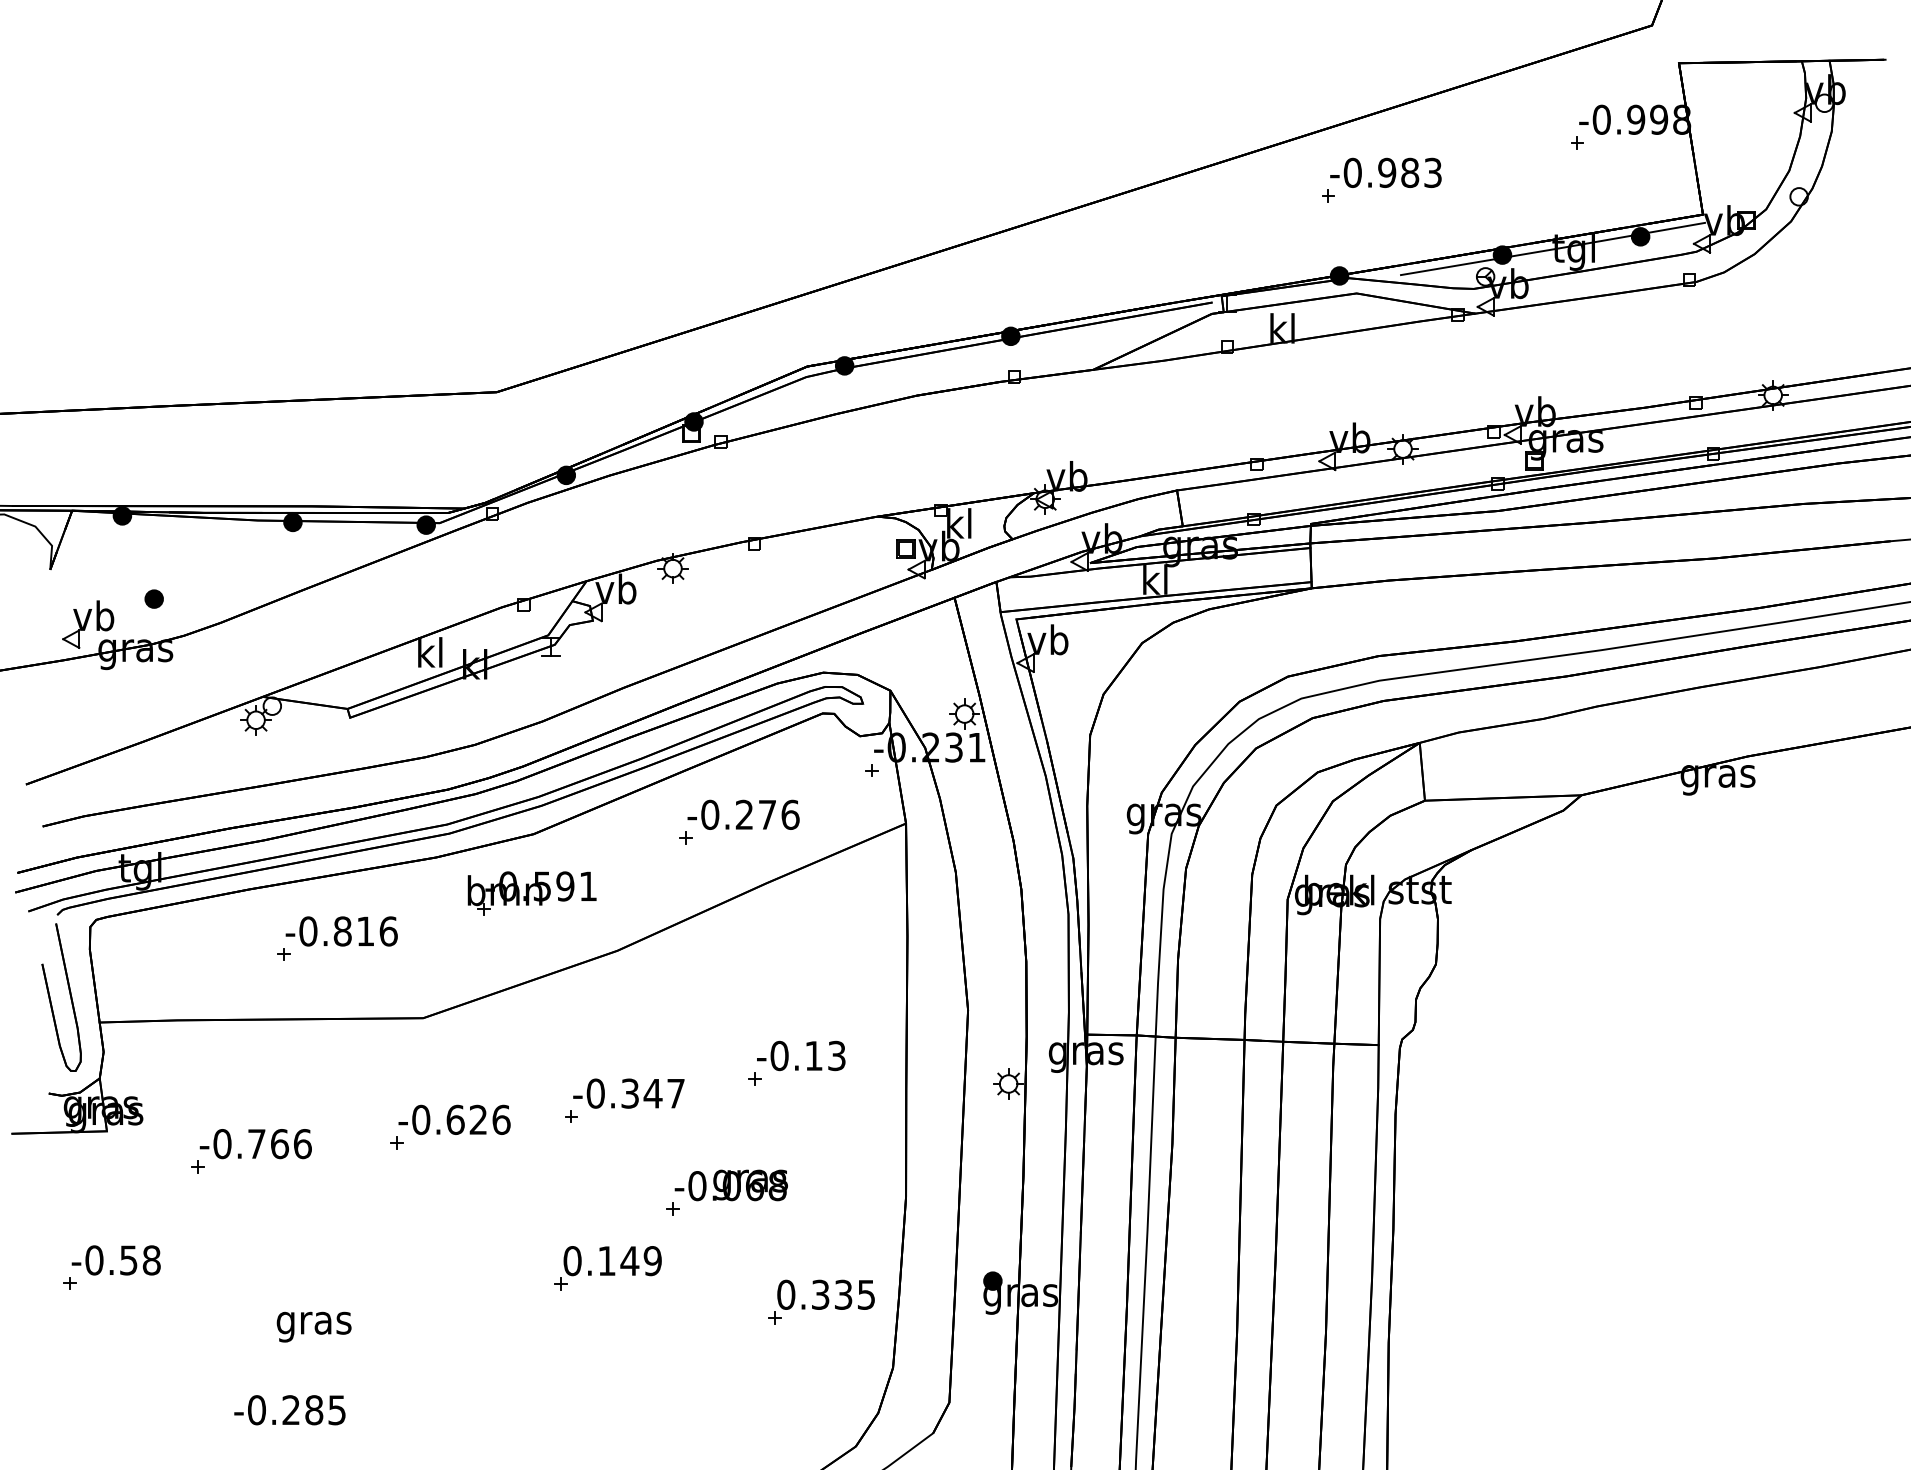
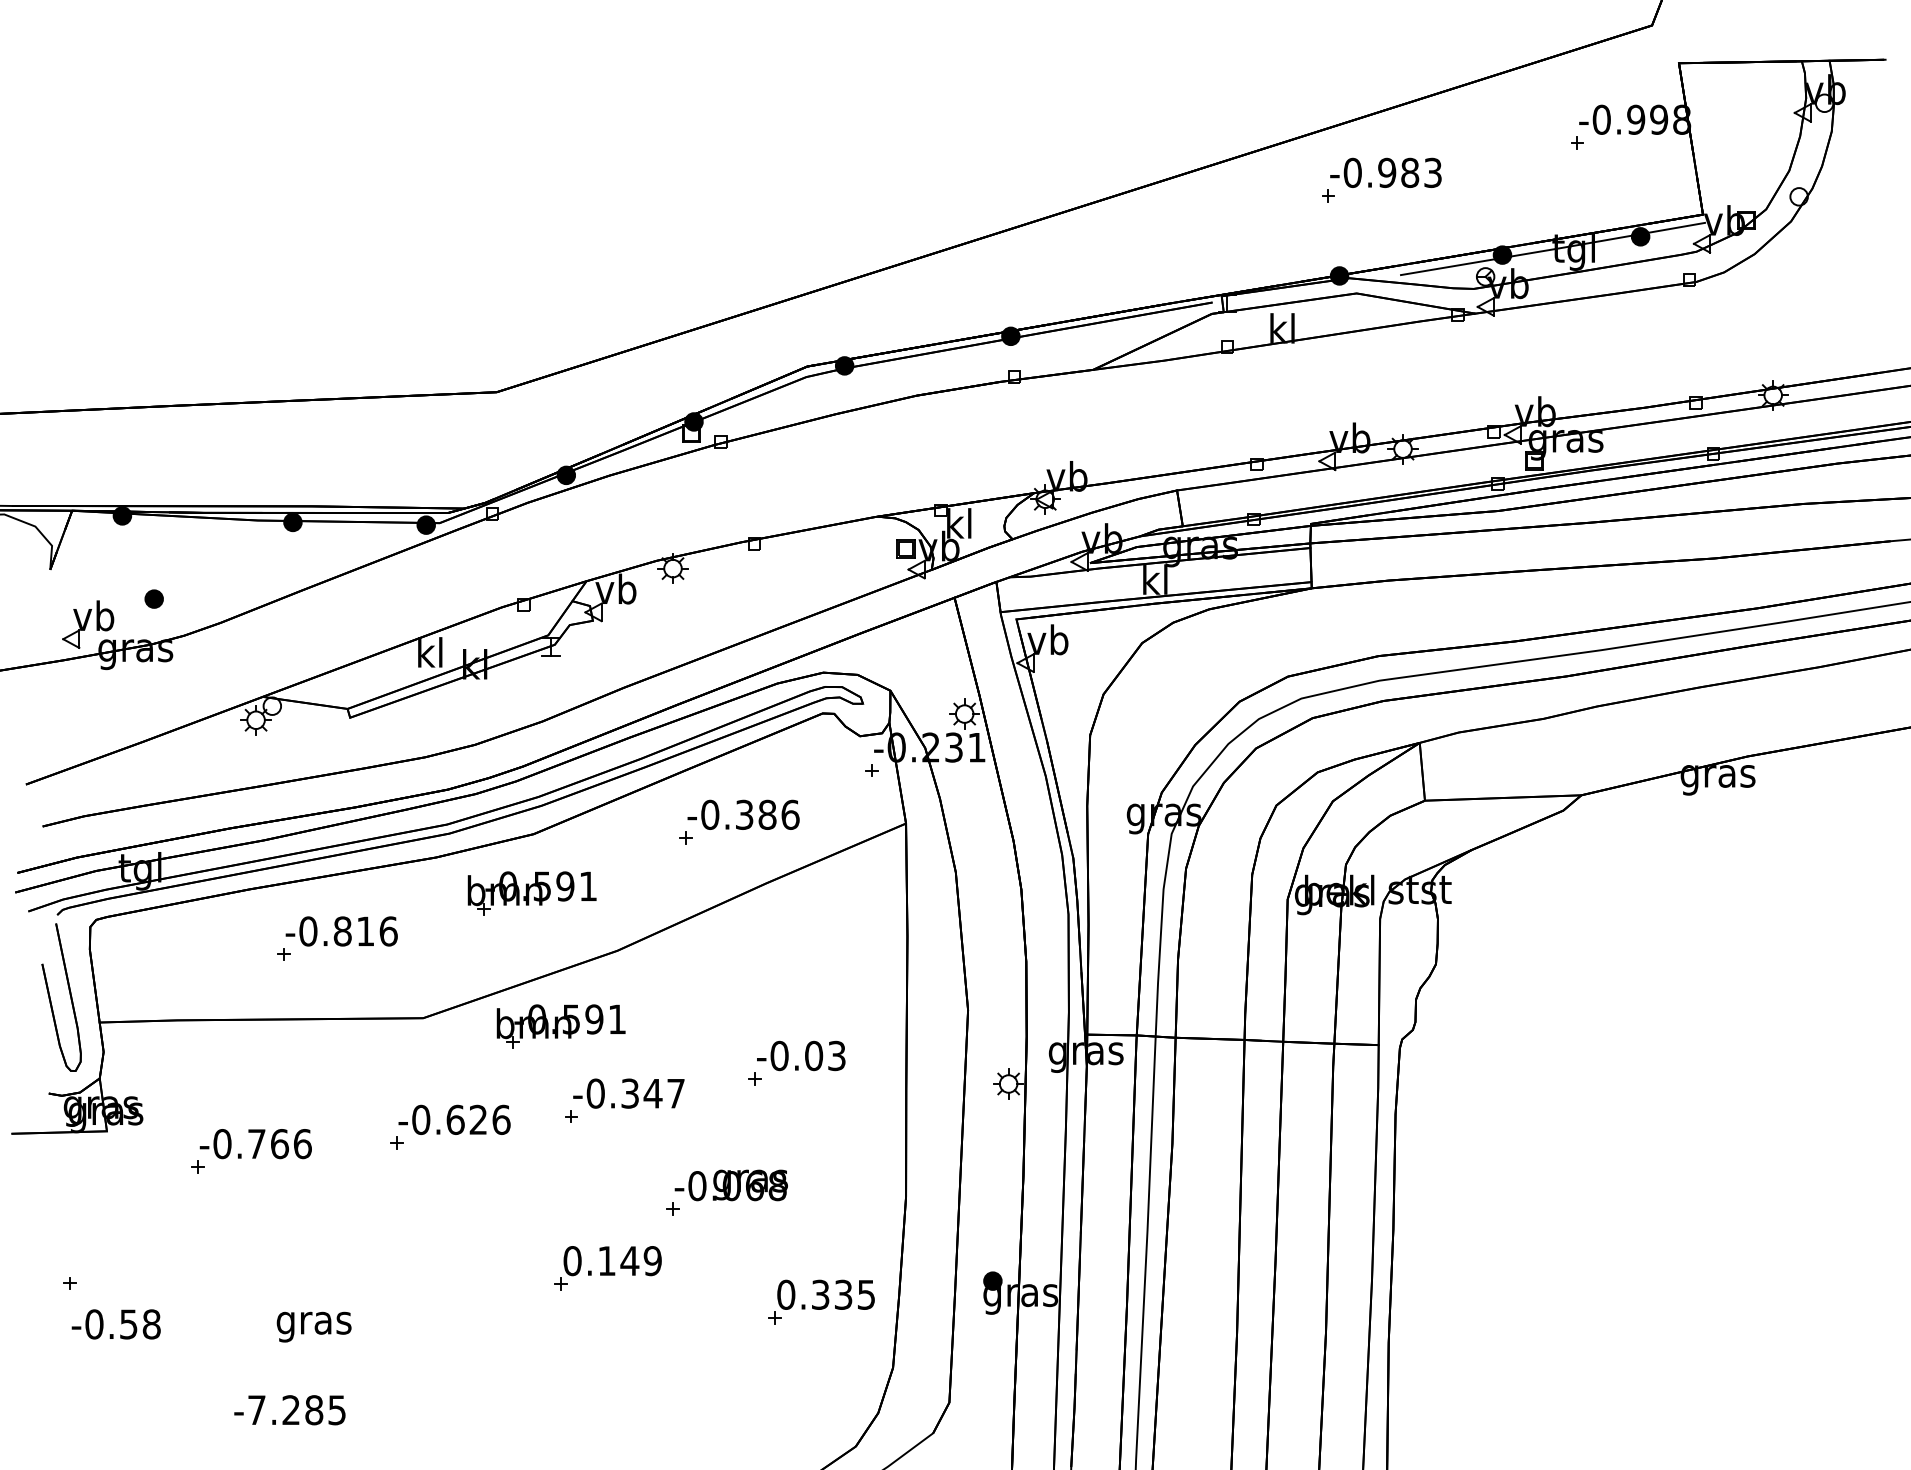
text at (755, 814): -0.276 -> -0.386
part at (560, 1026): none -> present
text at (814, 1055): -0.13 -> -0.03
text at (115, 1260) position: (115, 1260) -> (115, 1324)
text at (256, 1410): -0.285 -> -7.285
